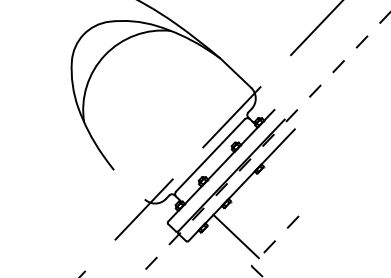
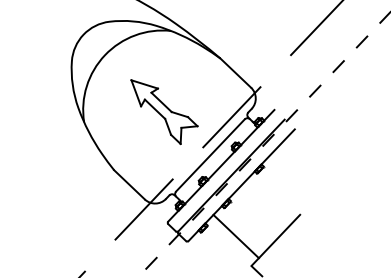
part at (164, 111): none -> present
line at (129, 184): none -> present
line at (270, 245): dashed -> solid
